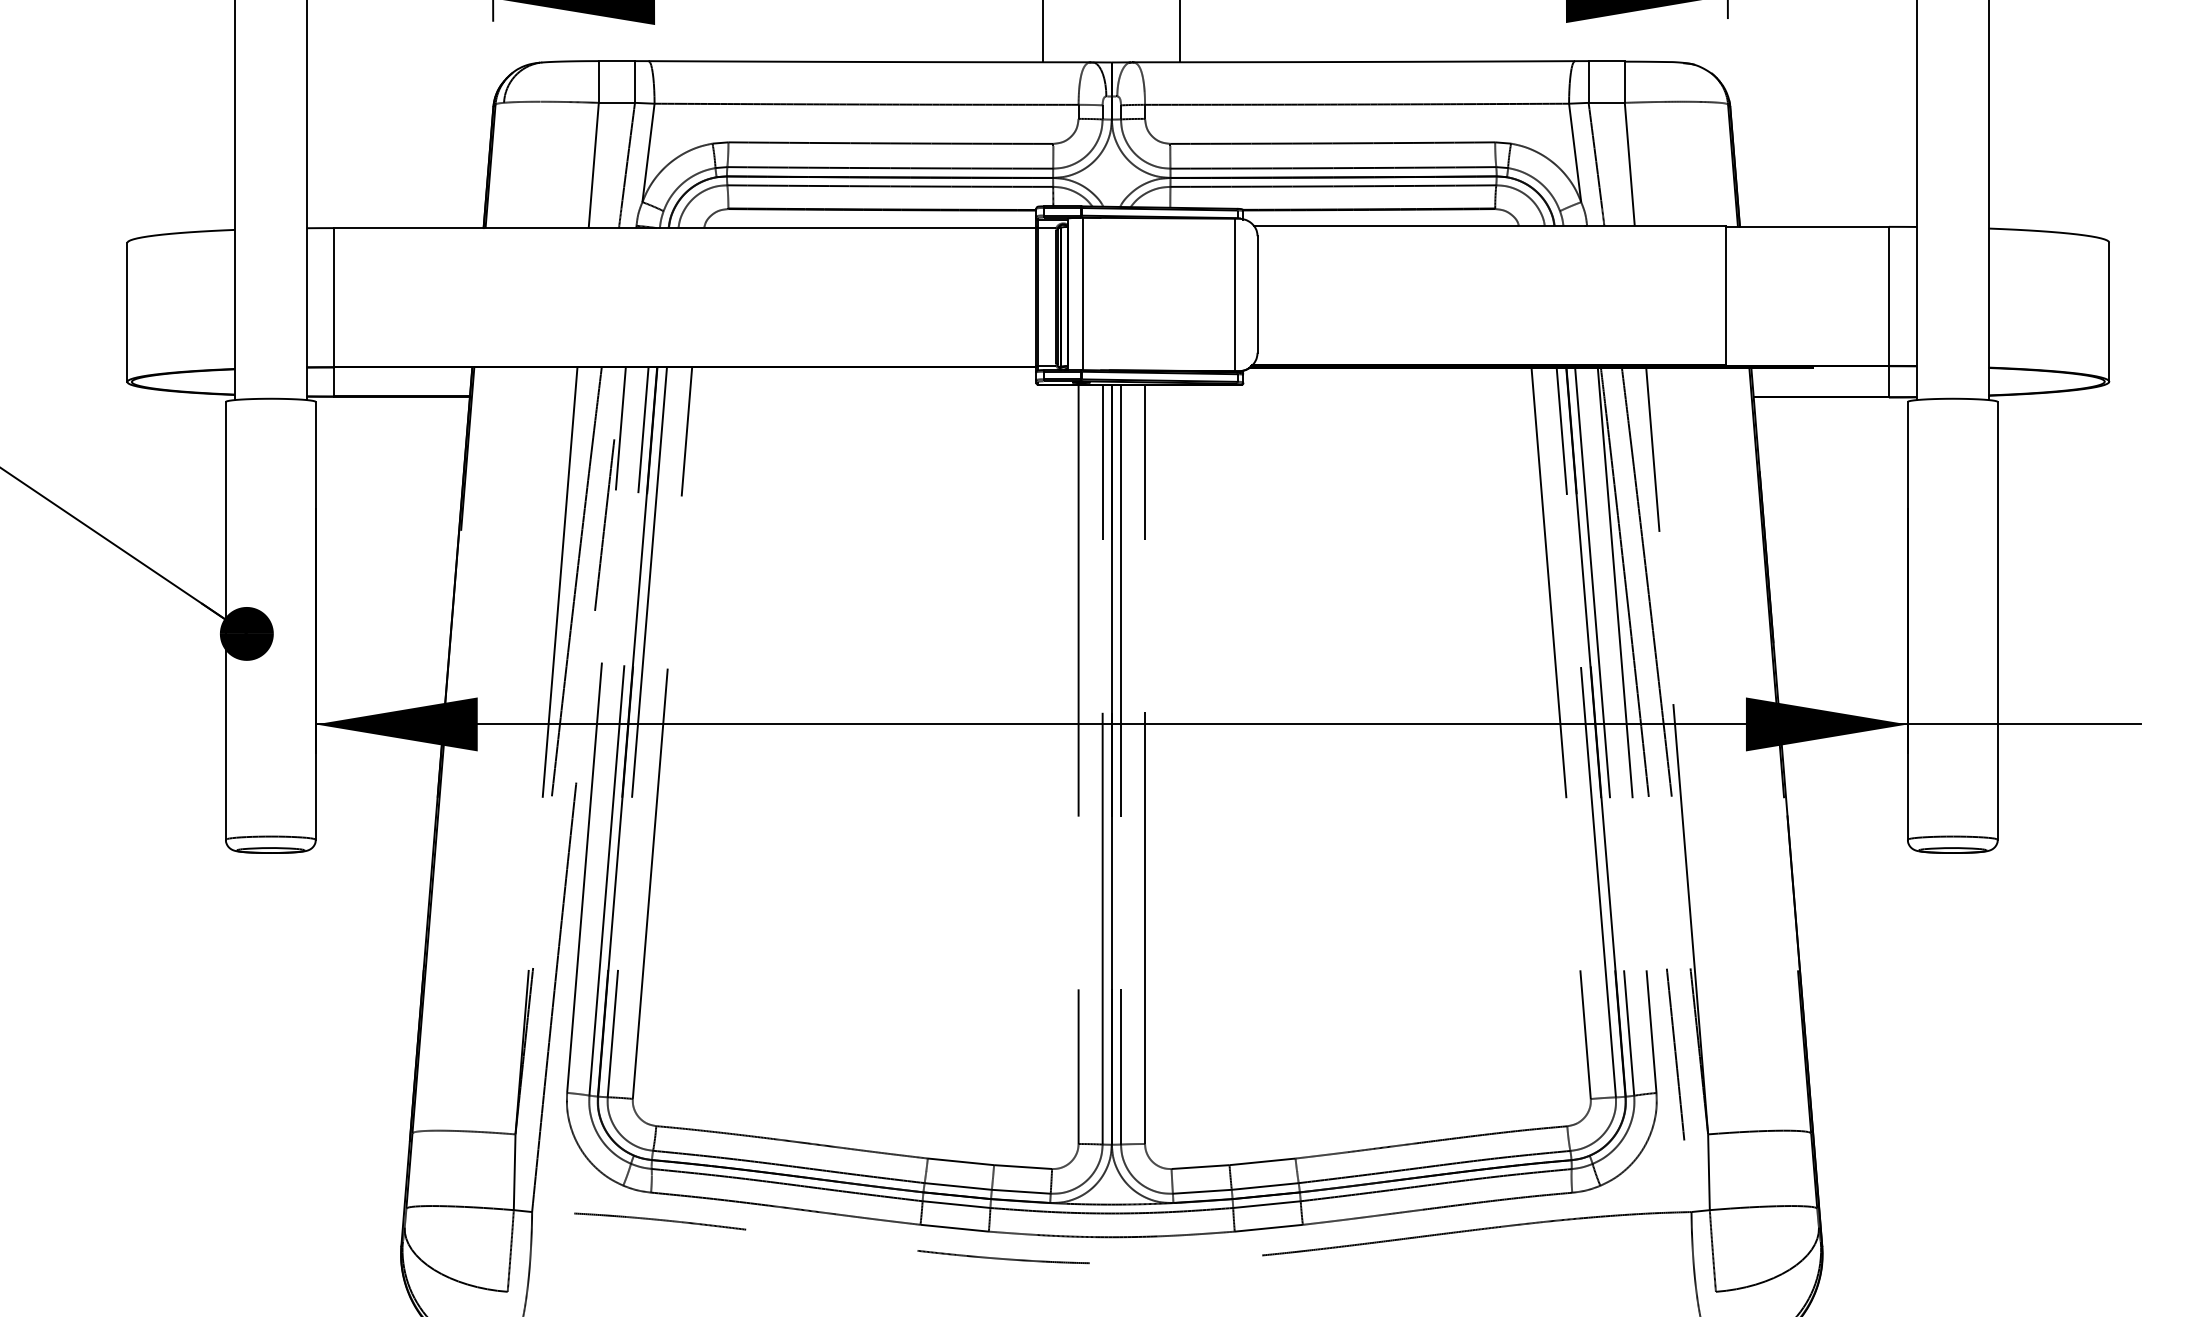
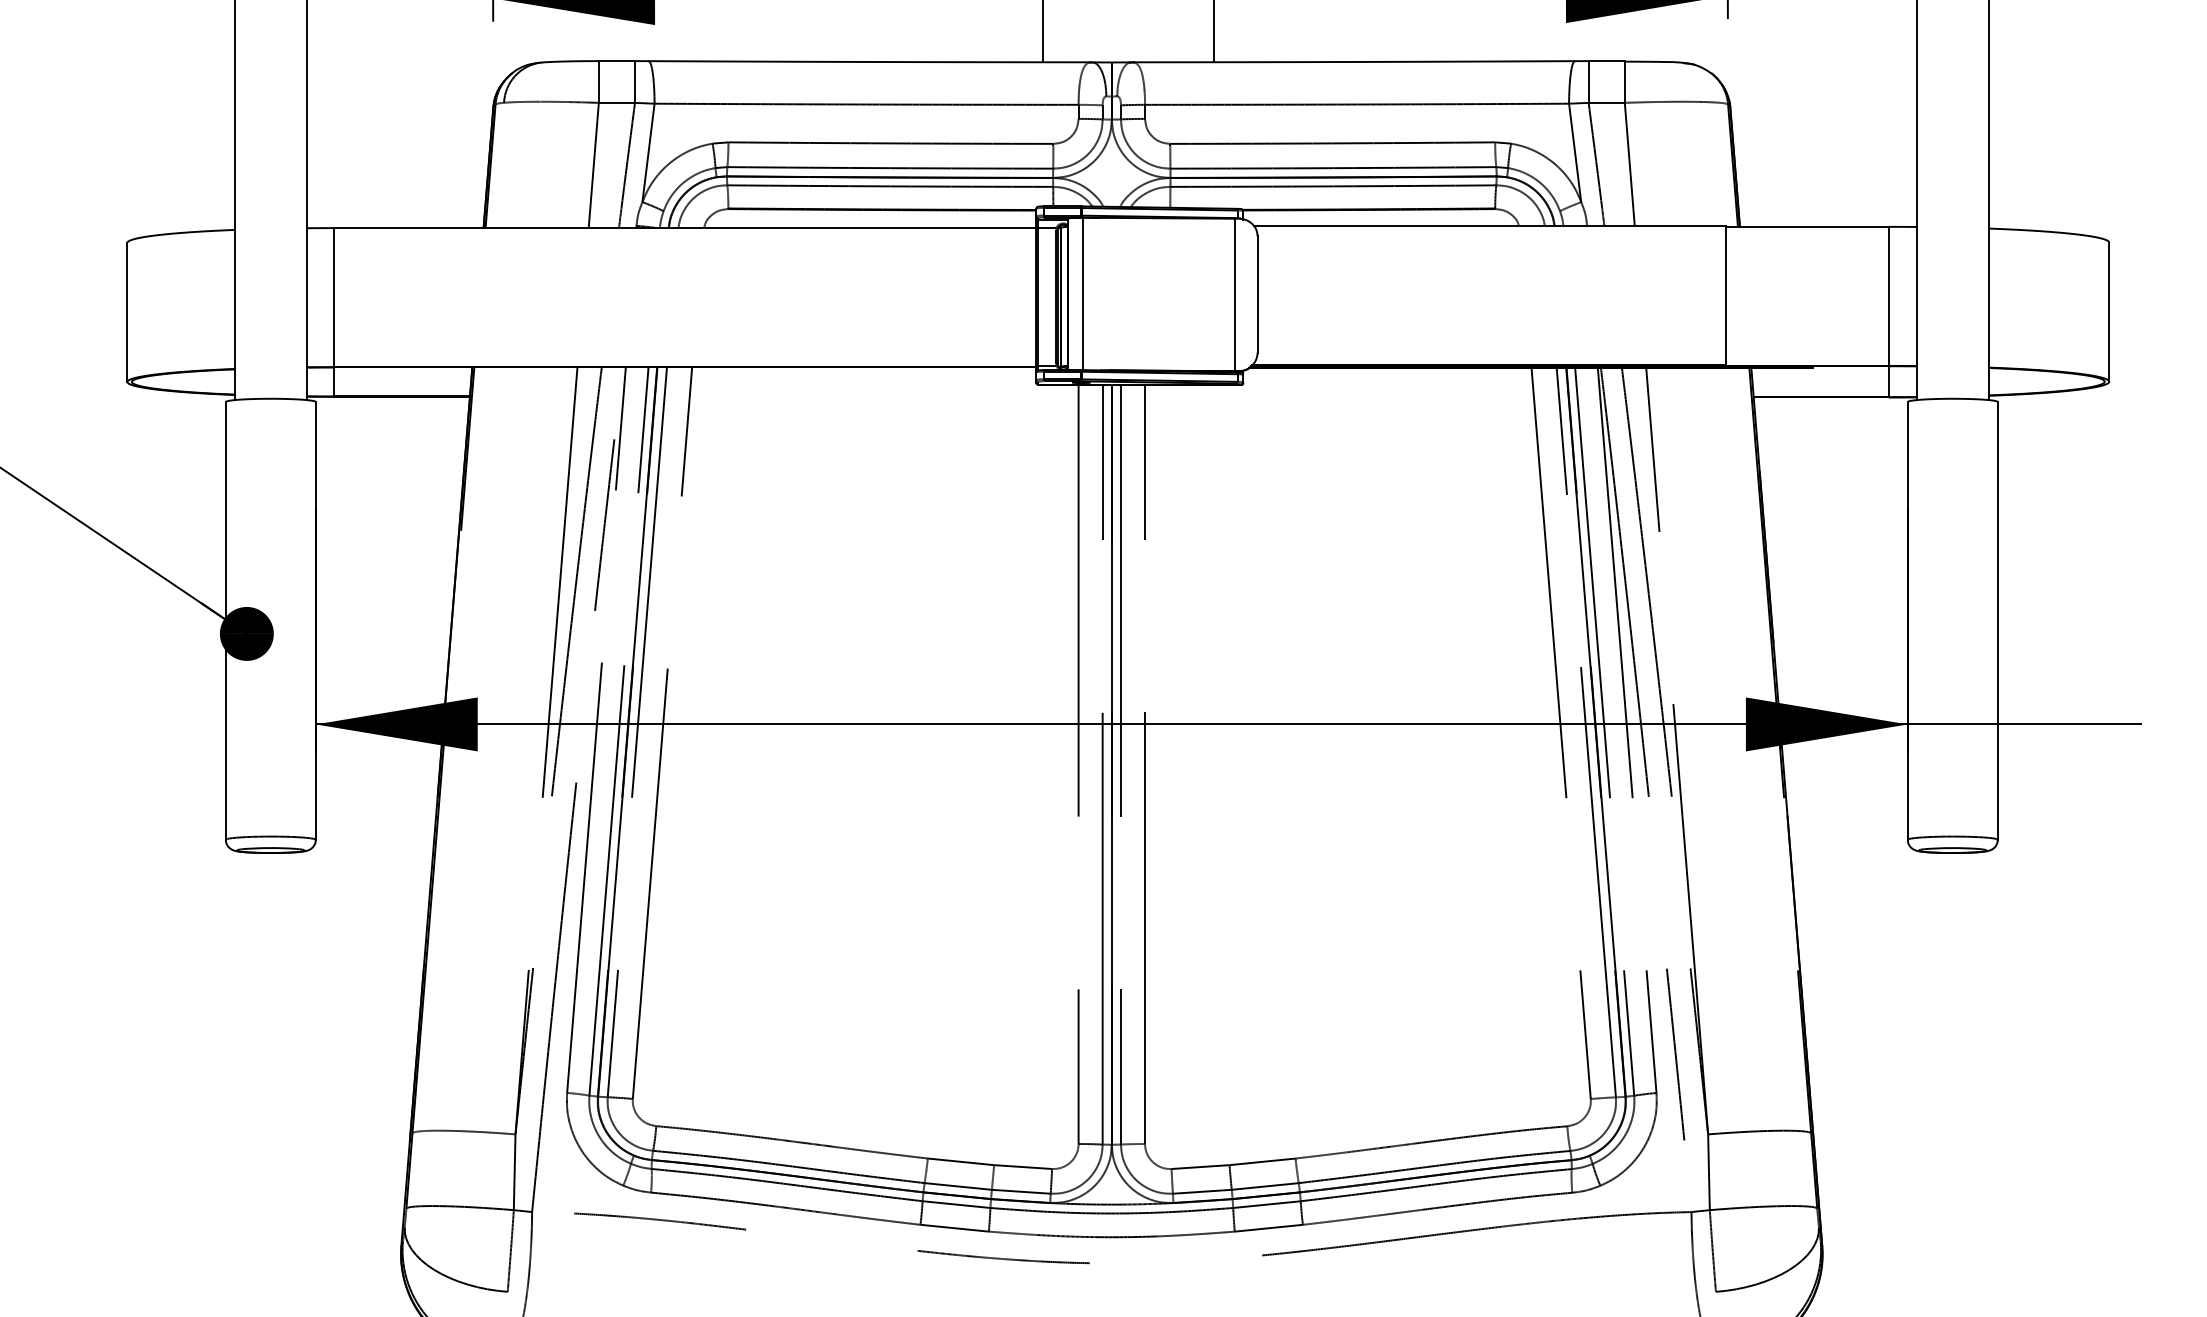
line at (1180, 32) position: (1180, 32) -> (1214, 32)
